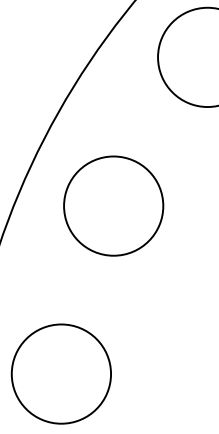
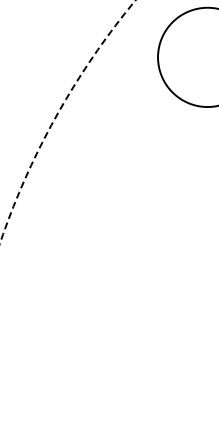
arc at (57, 115): solid -> dashed
circle at (113, 205): present -> none
circle at (60, 373): present -> none
